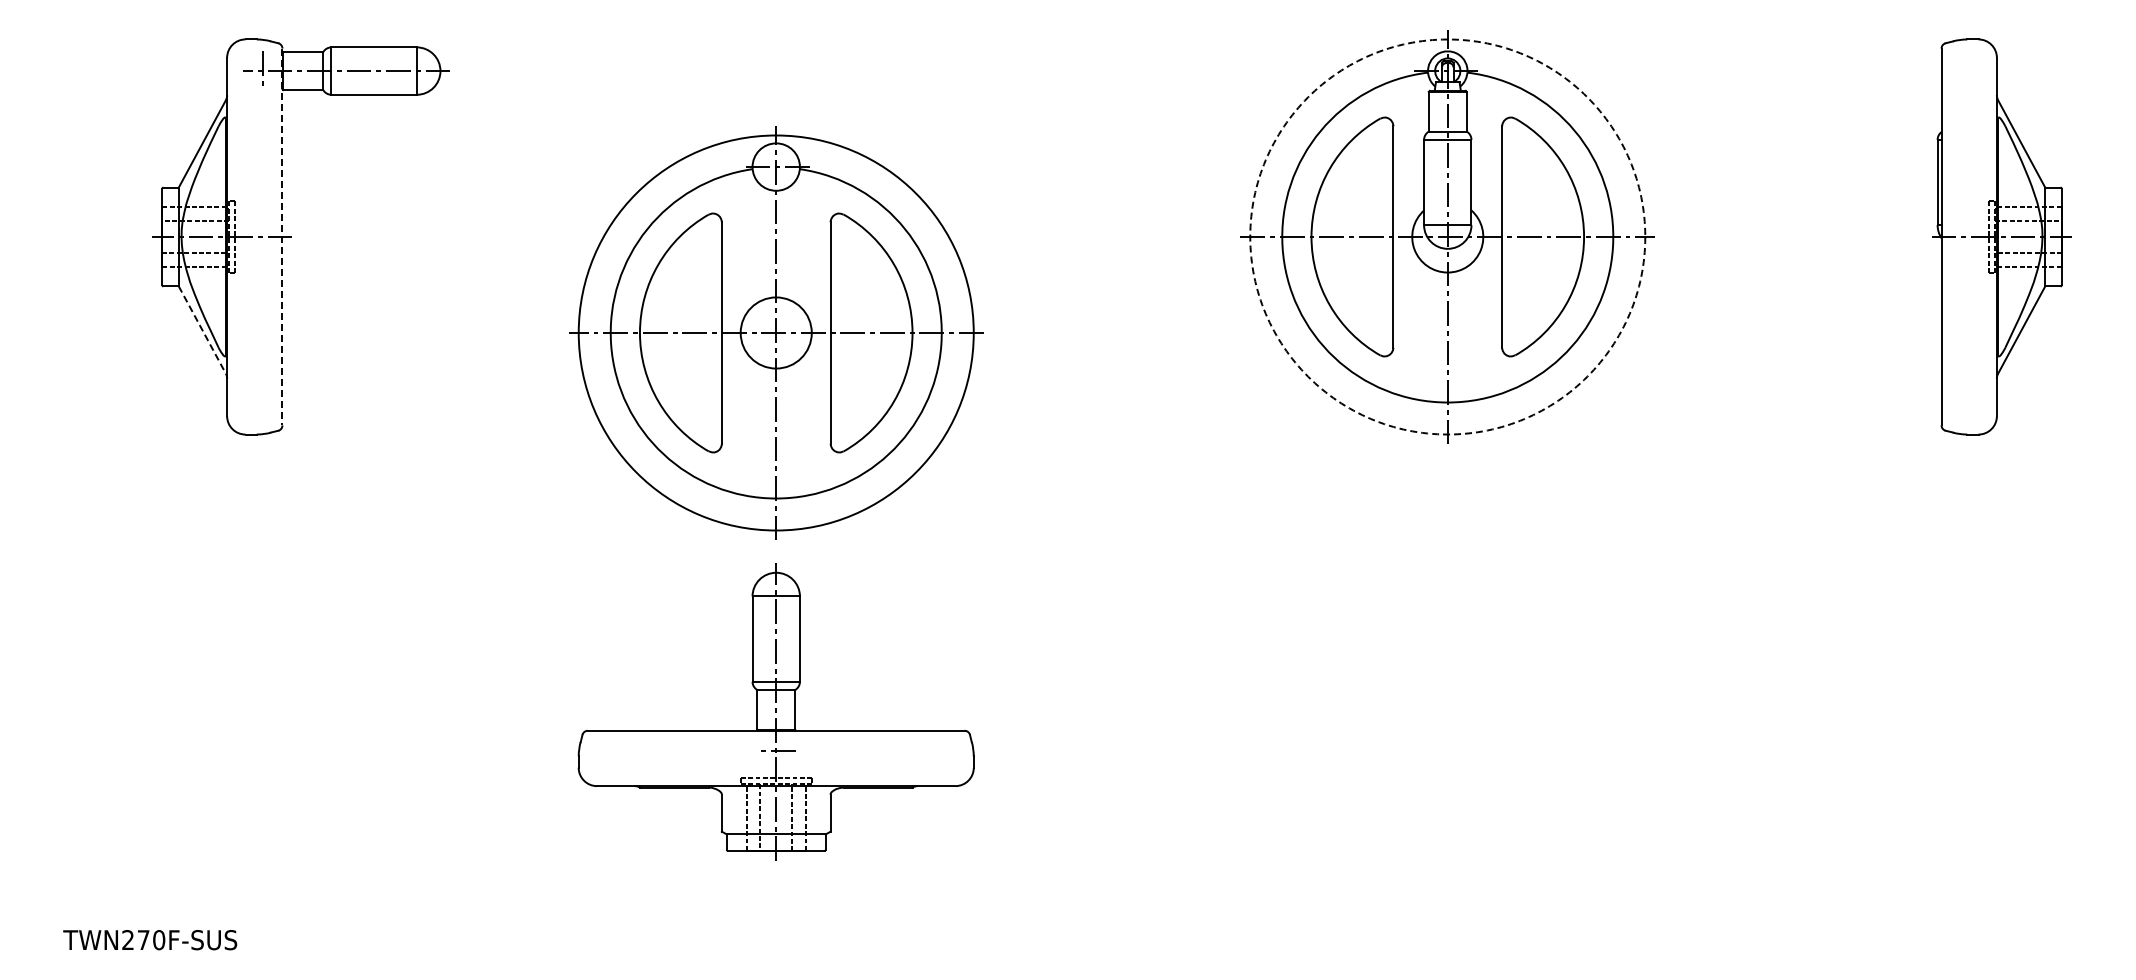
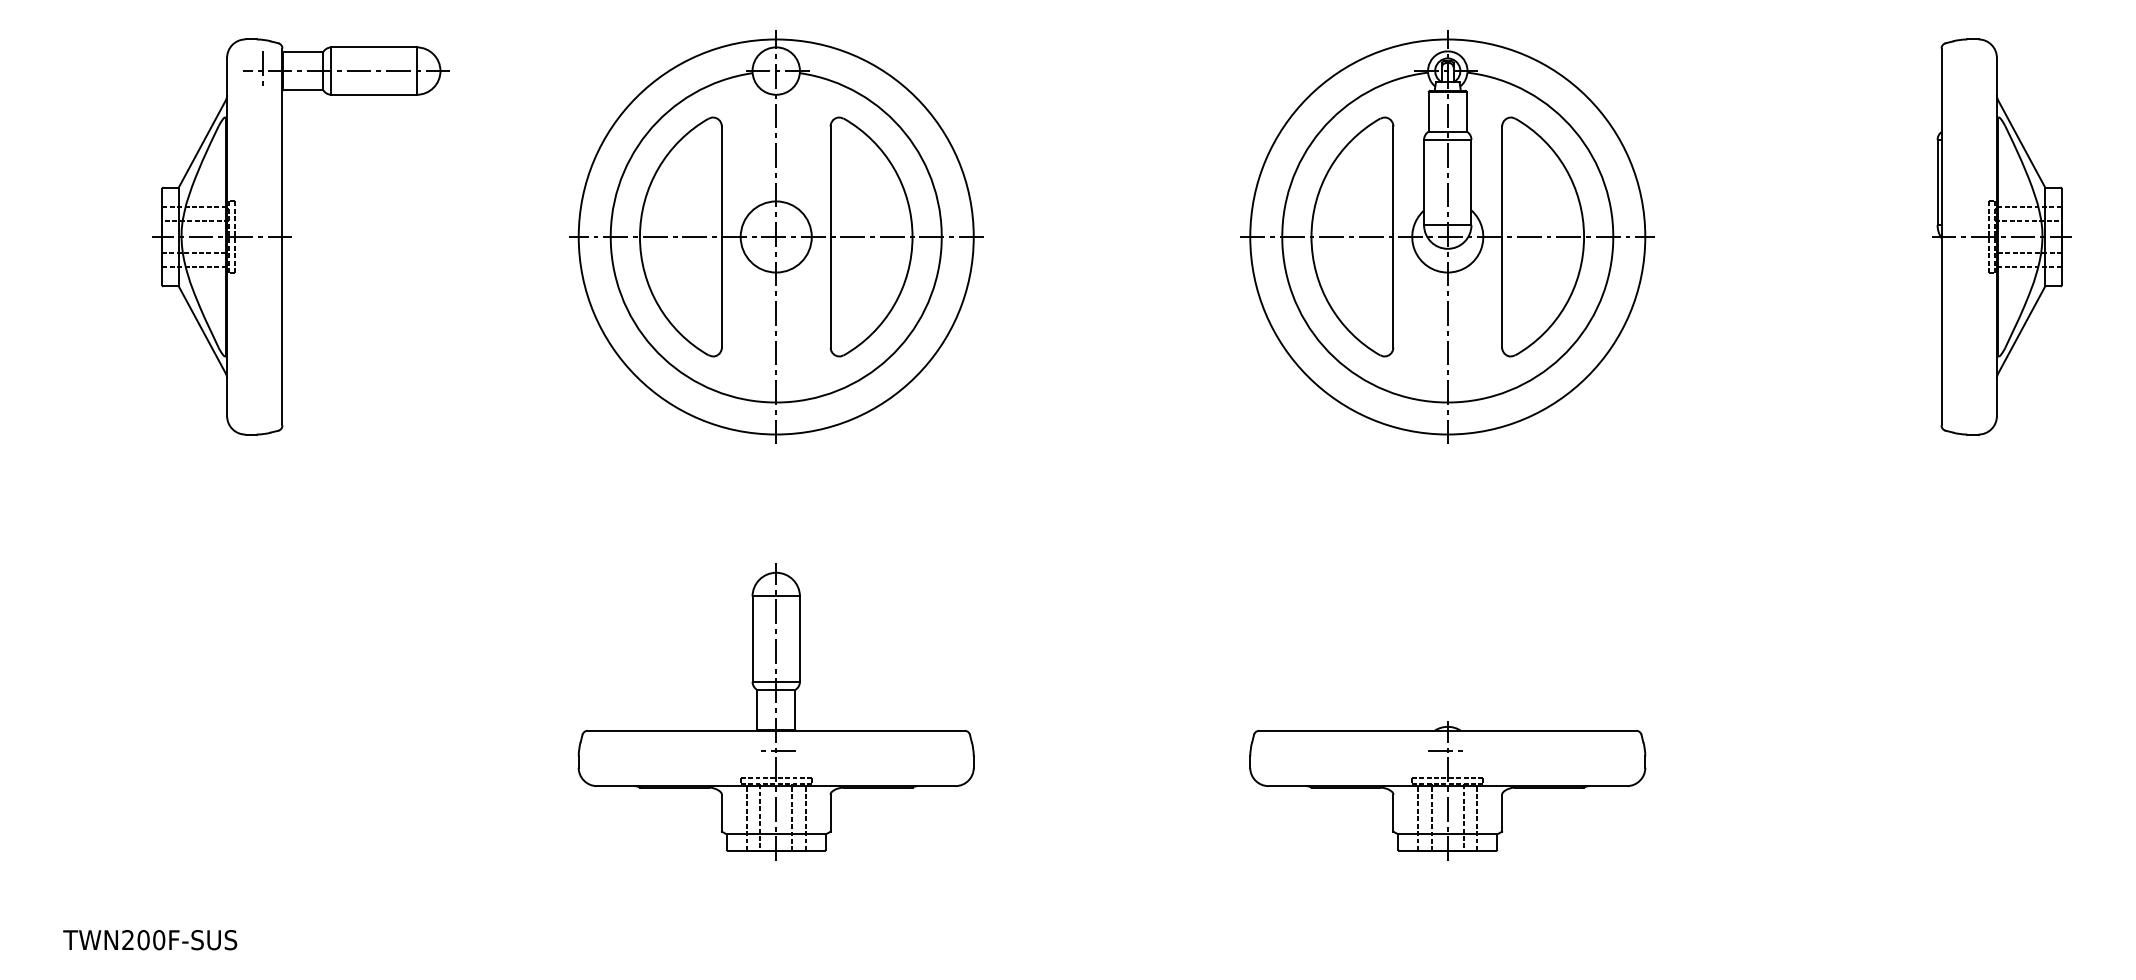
circle at (1447, 236): dashed -> solid
line at (282, 237): dashed -> solid
line at (202, 330): dashed -> solid
part at (776, 332) position: (776, 332) -> (776, 236)
part at (1447, 790): none -> present
text at (143, 940): TWN270F-SUS -> TWN200F-SUS
